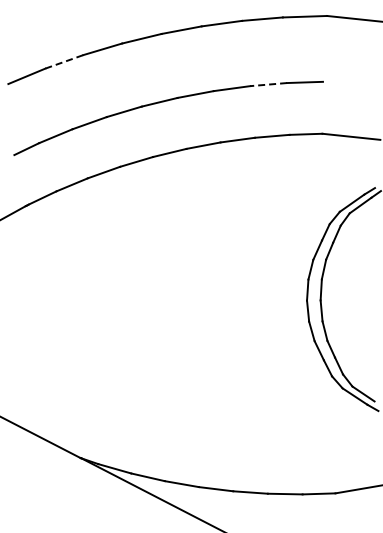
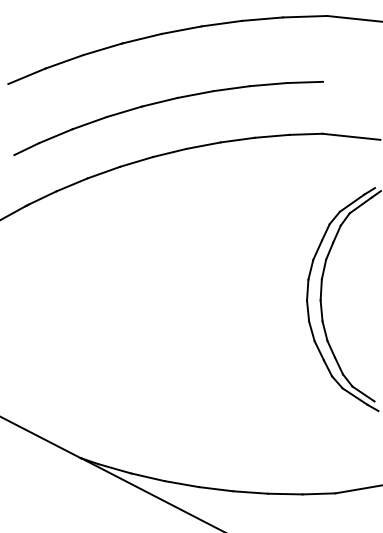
line at (64, 61): dashed -> solid
line at (268, 84): dashed -> solid
